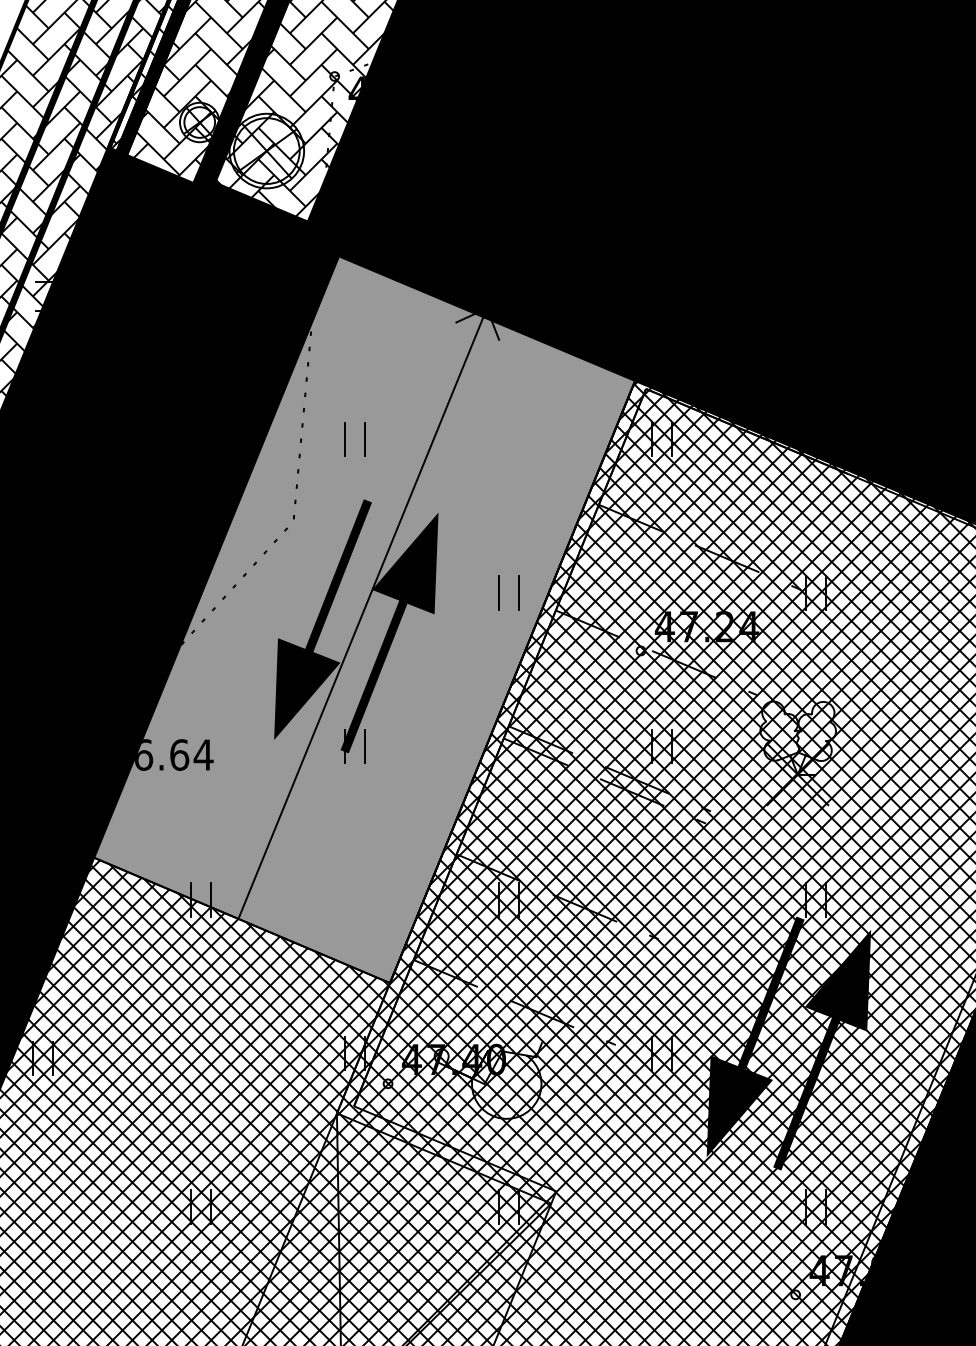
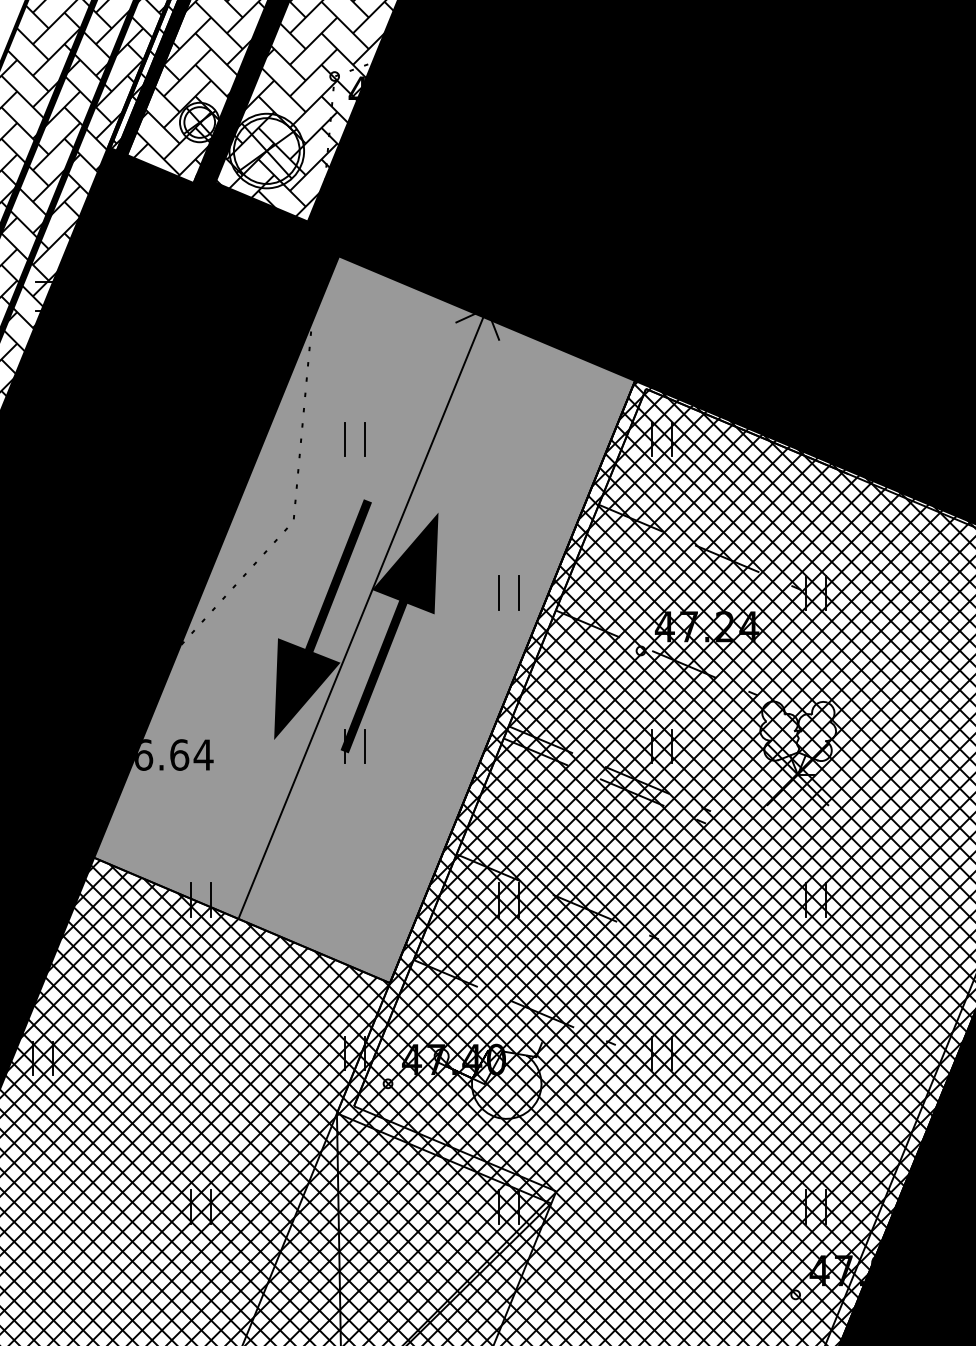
fill at (755, 1036): present -> none
fill at (822, 1049): present -> none
